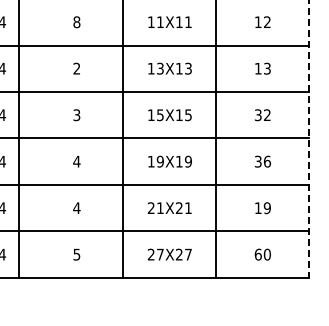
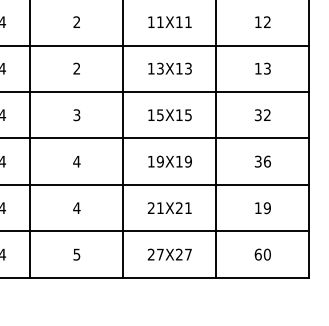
text at (76, 22): 8 -> 2
line at (19, 139) position: (19, 139) -> (30, 139)
line at (309, 139): dashed -> solid
